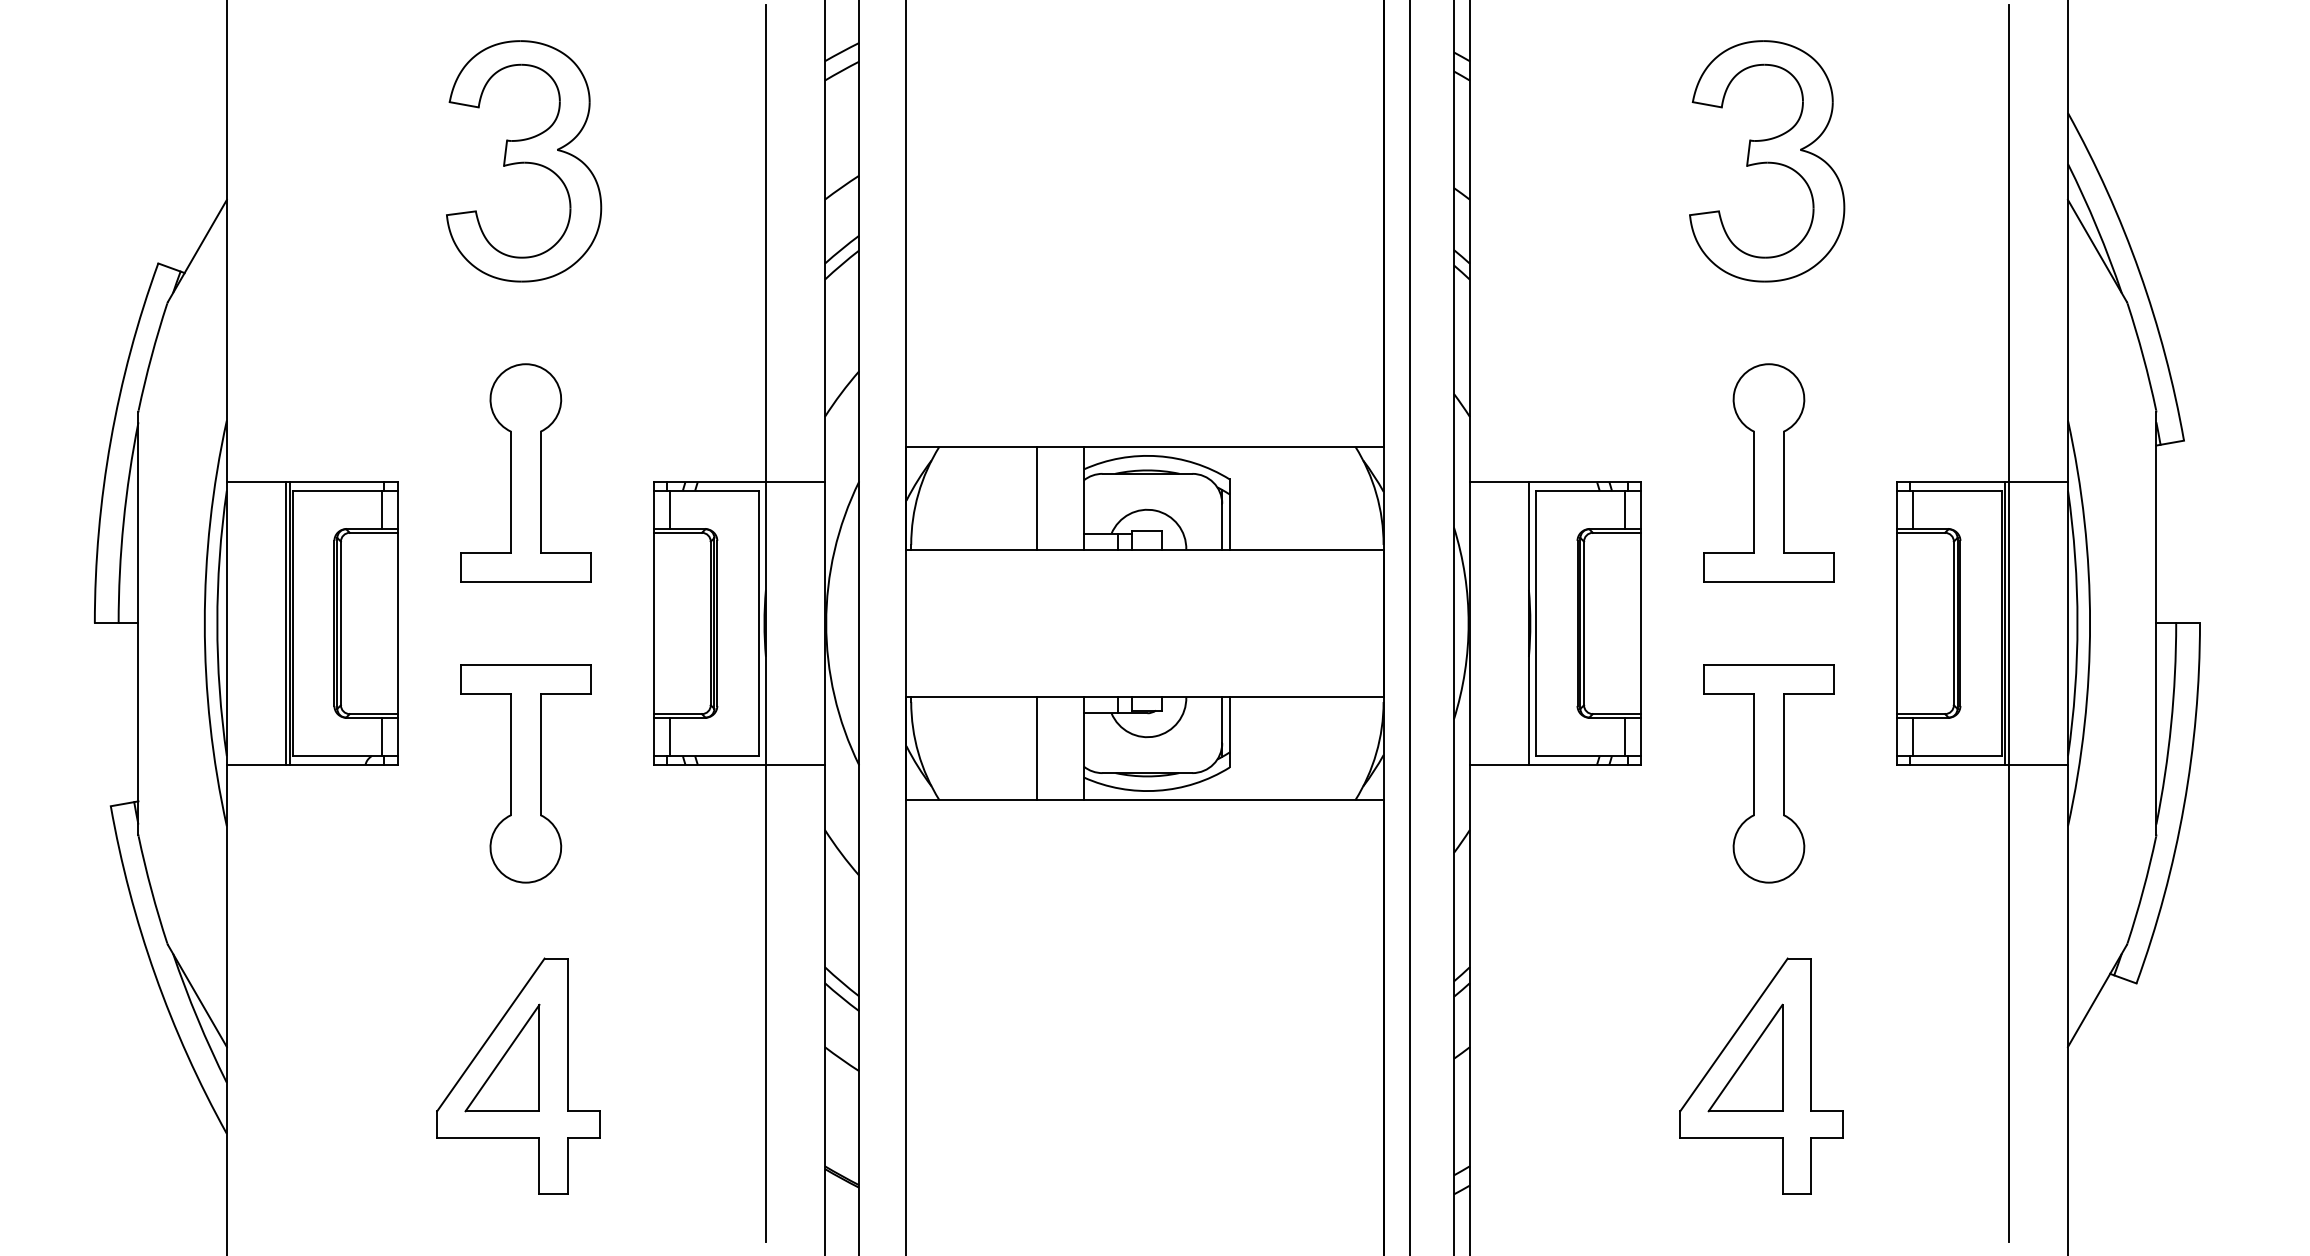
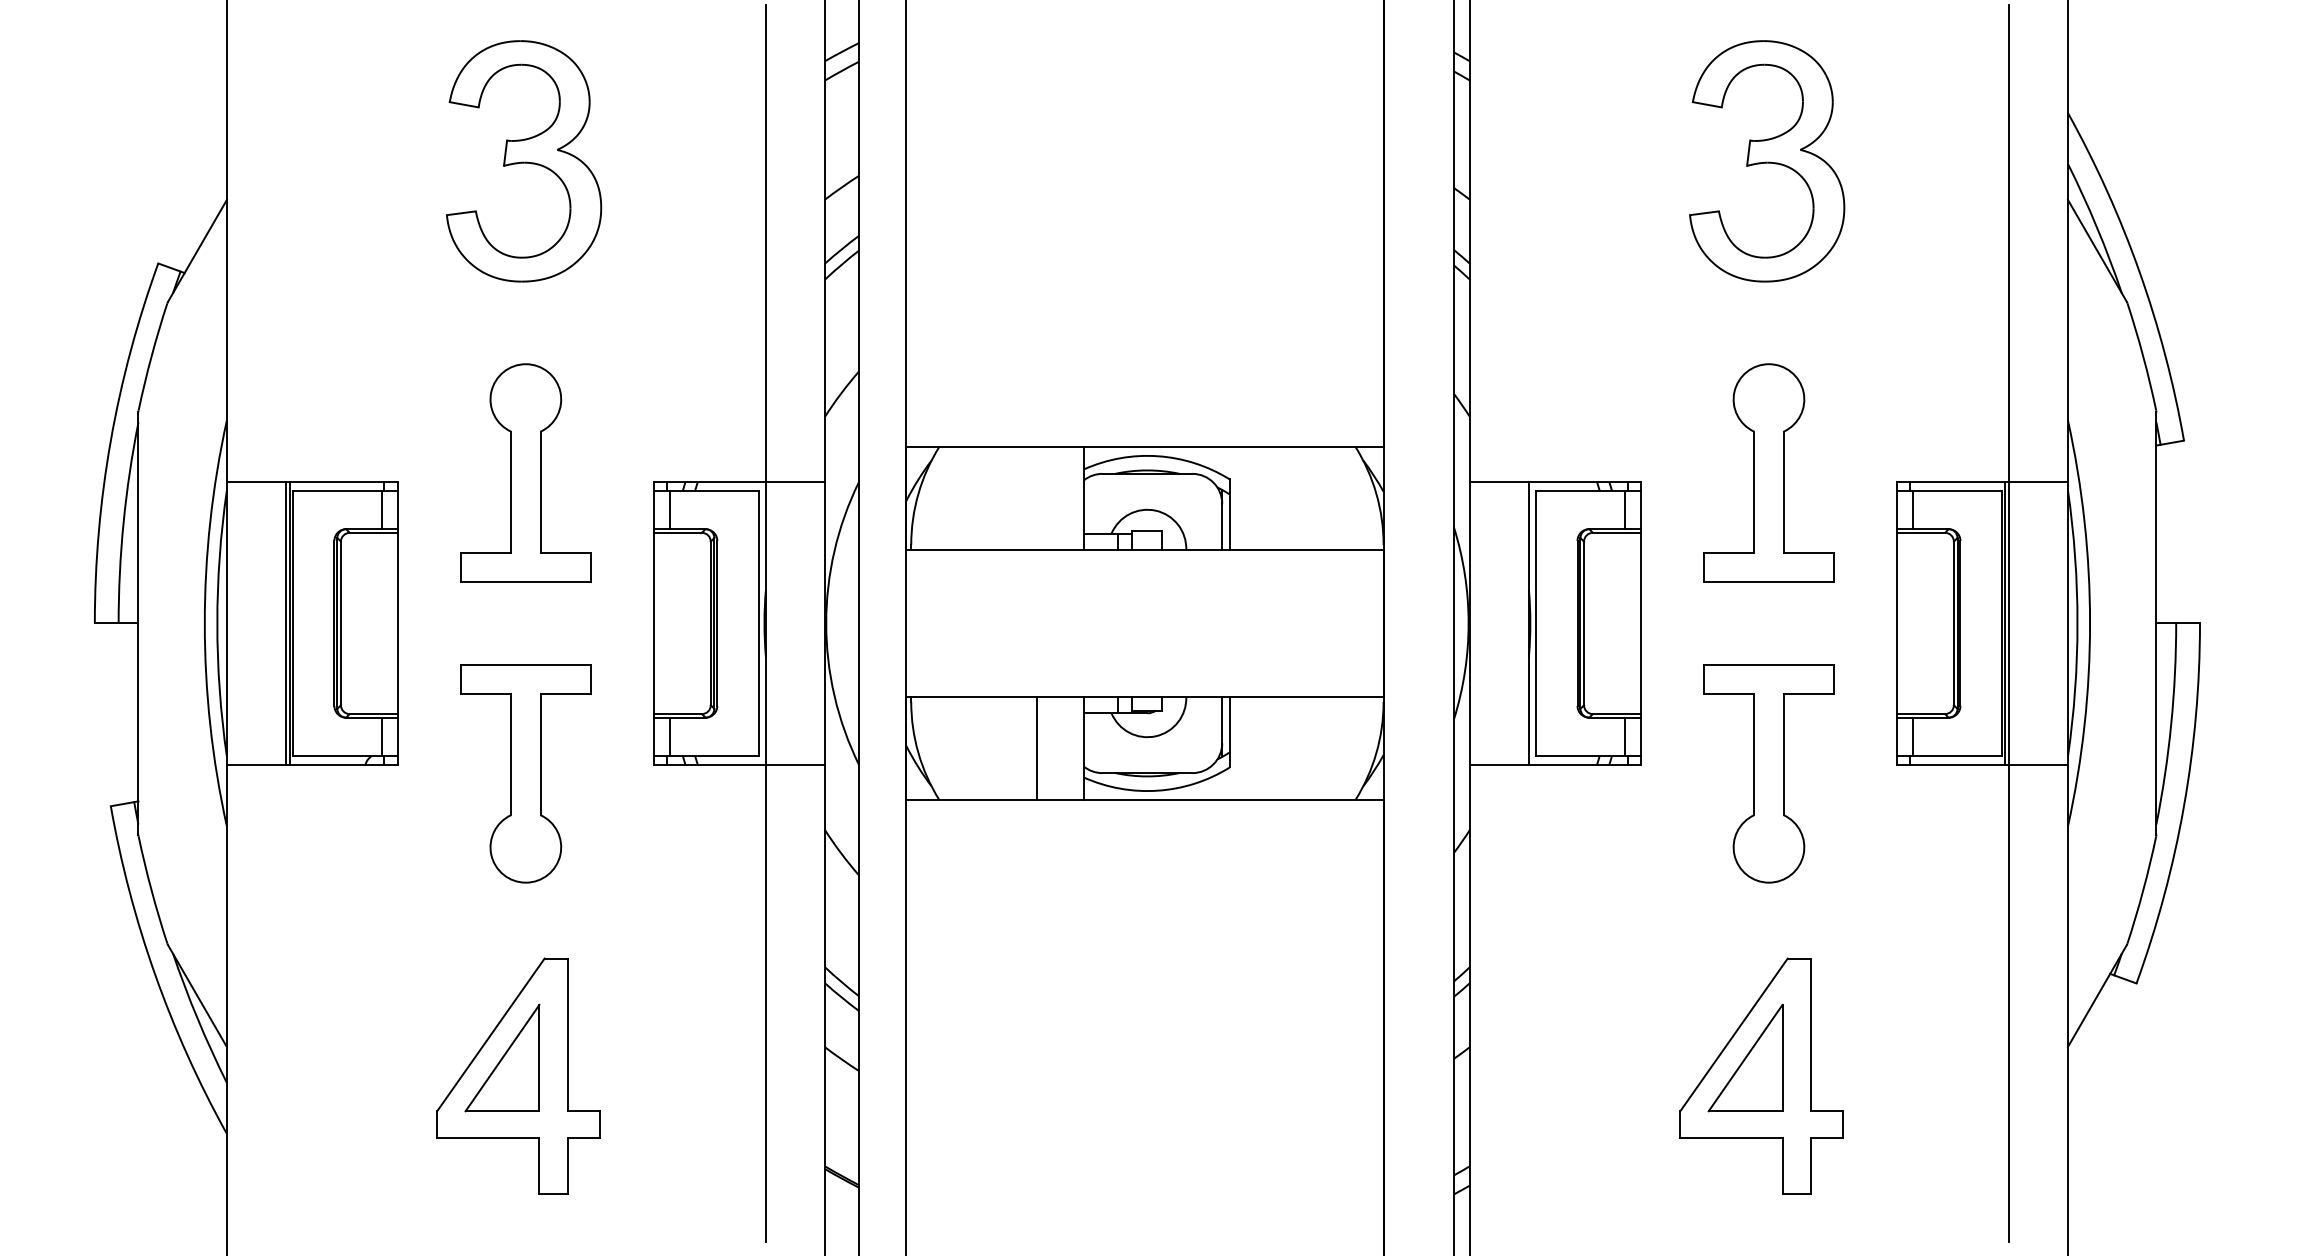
line at (1036, 497): present -> none
line at (1409, 627): present -> none
